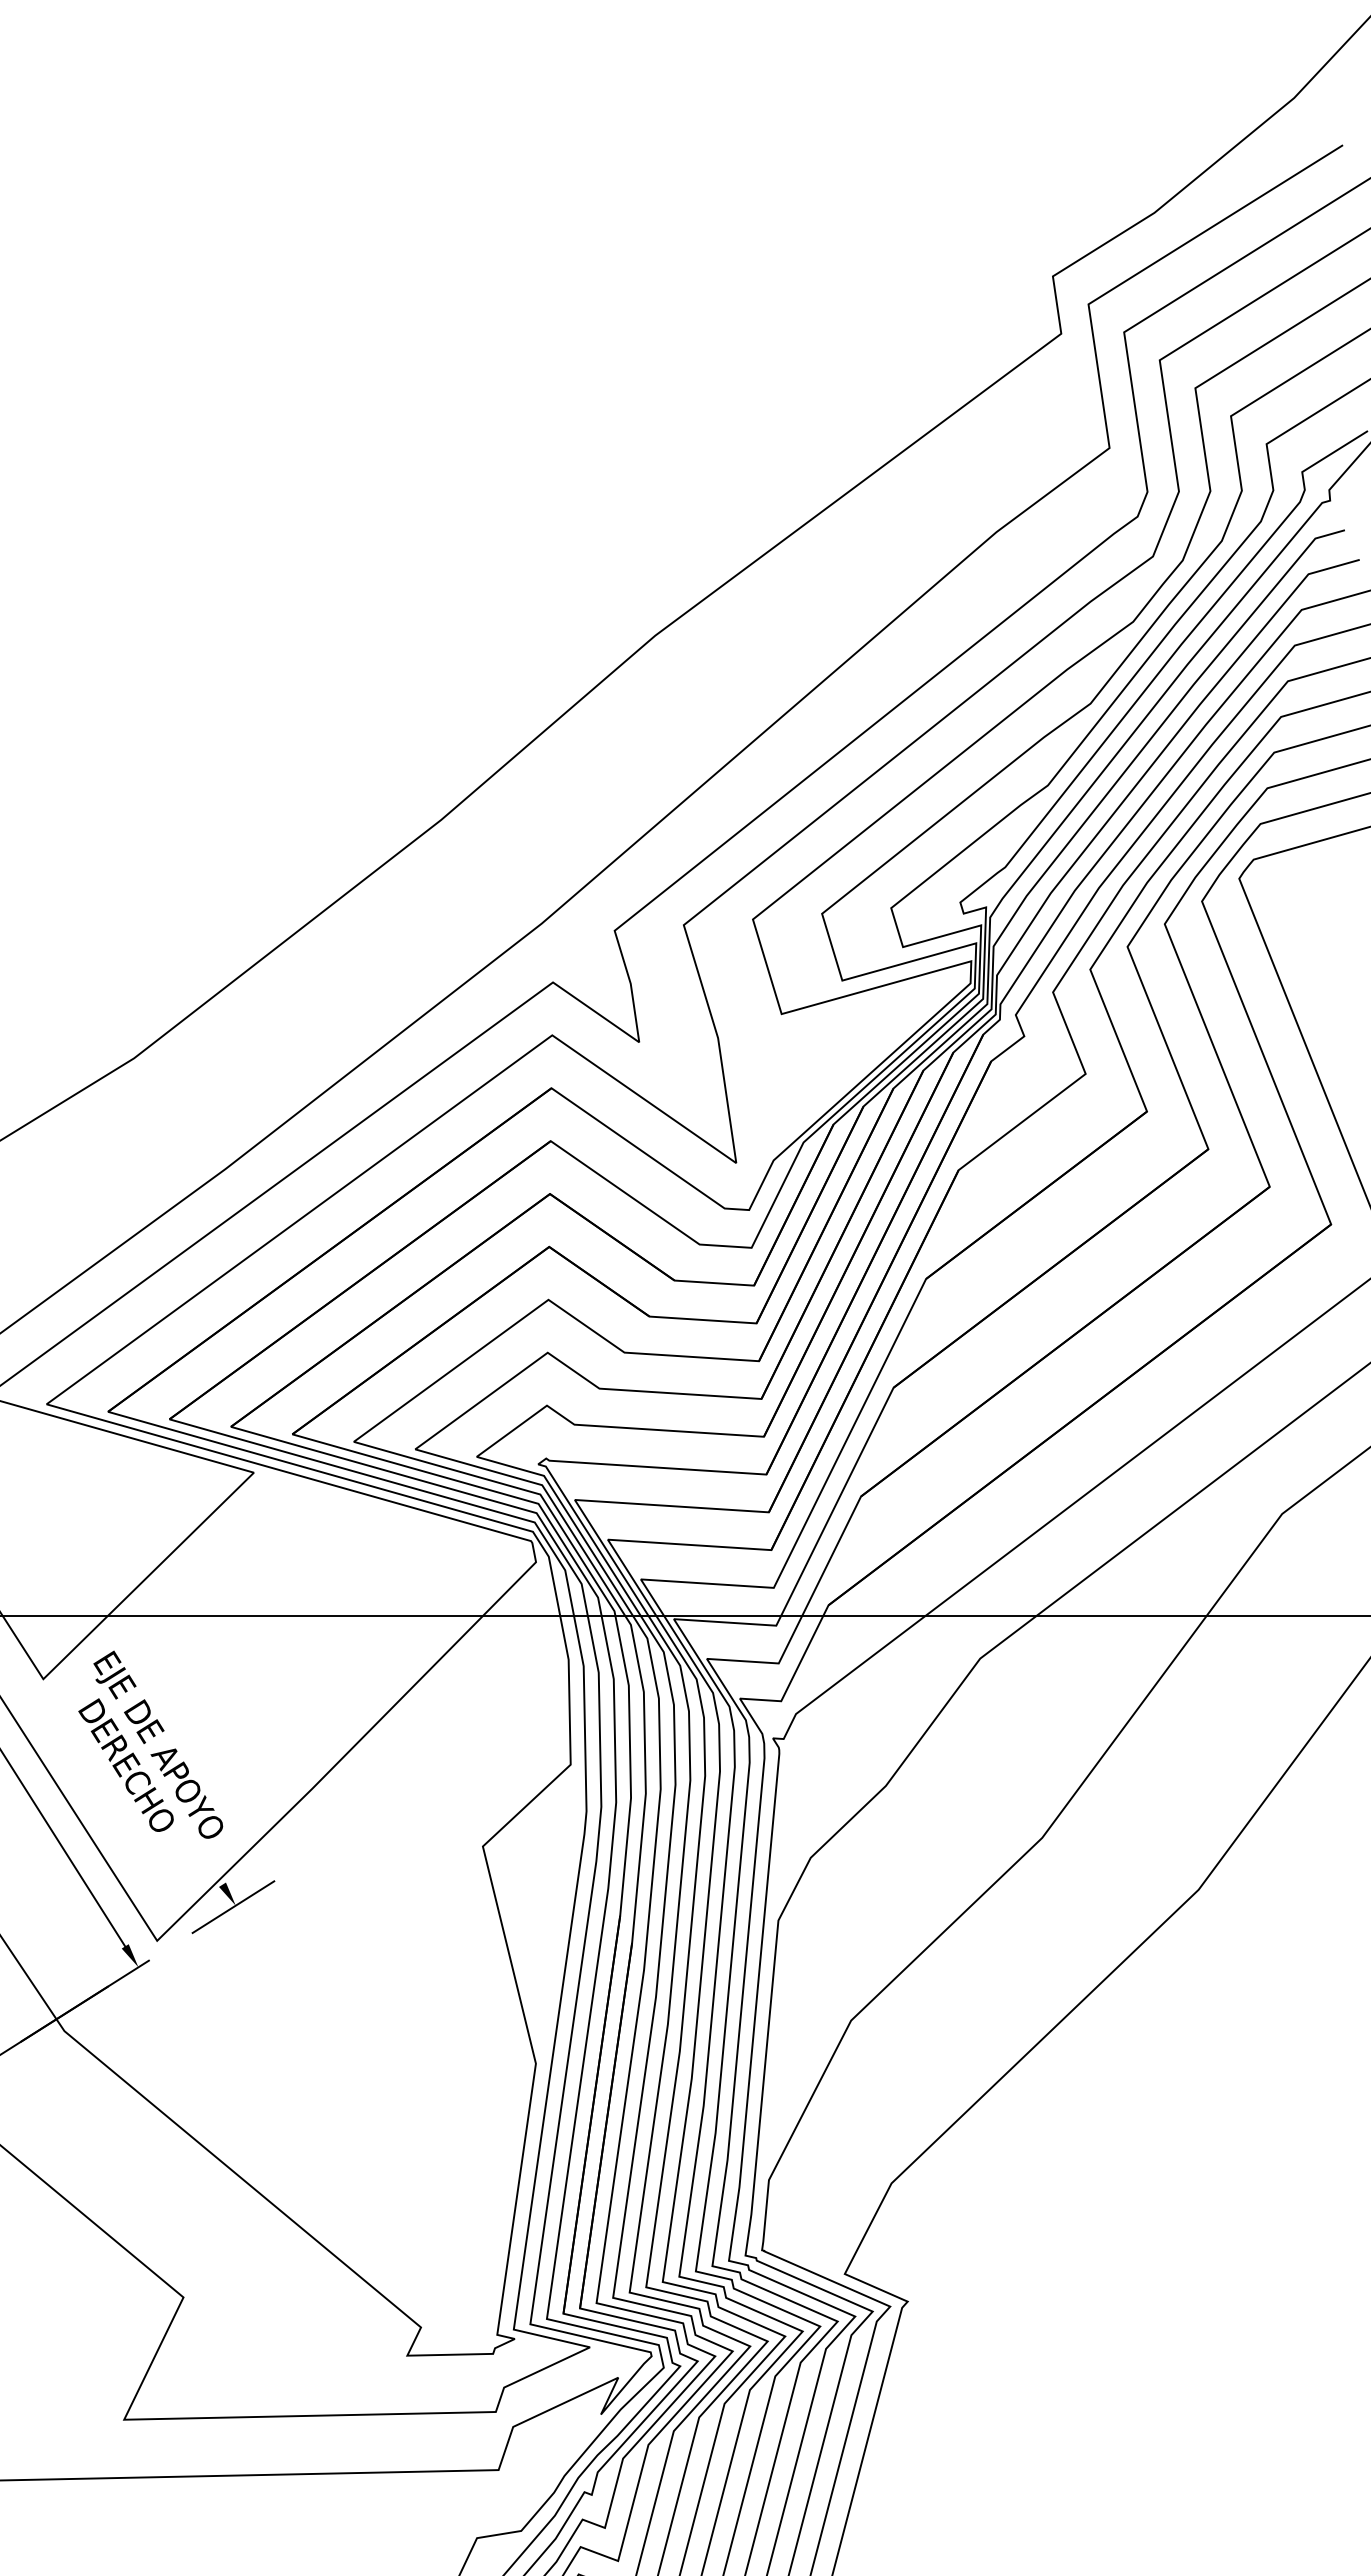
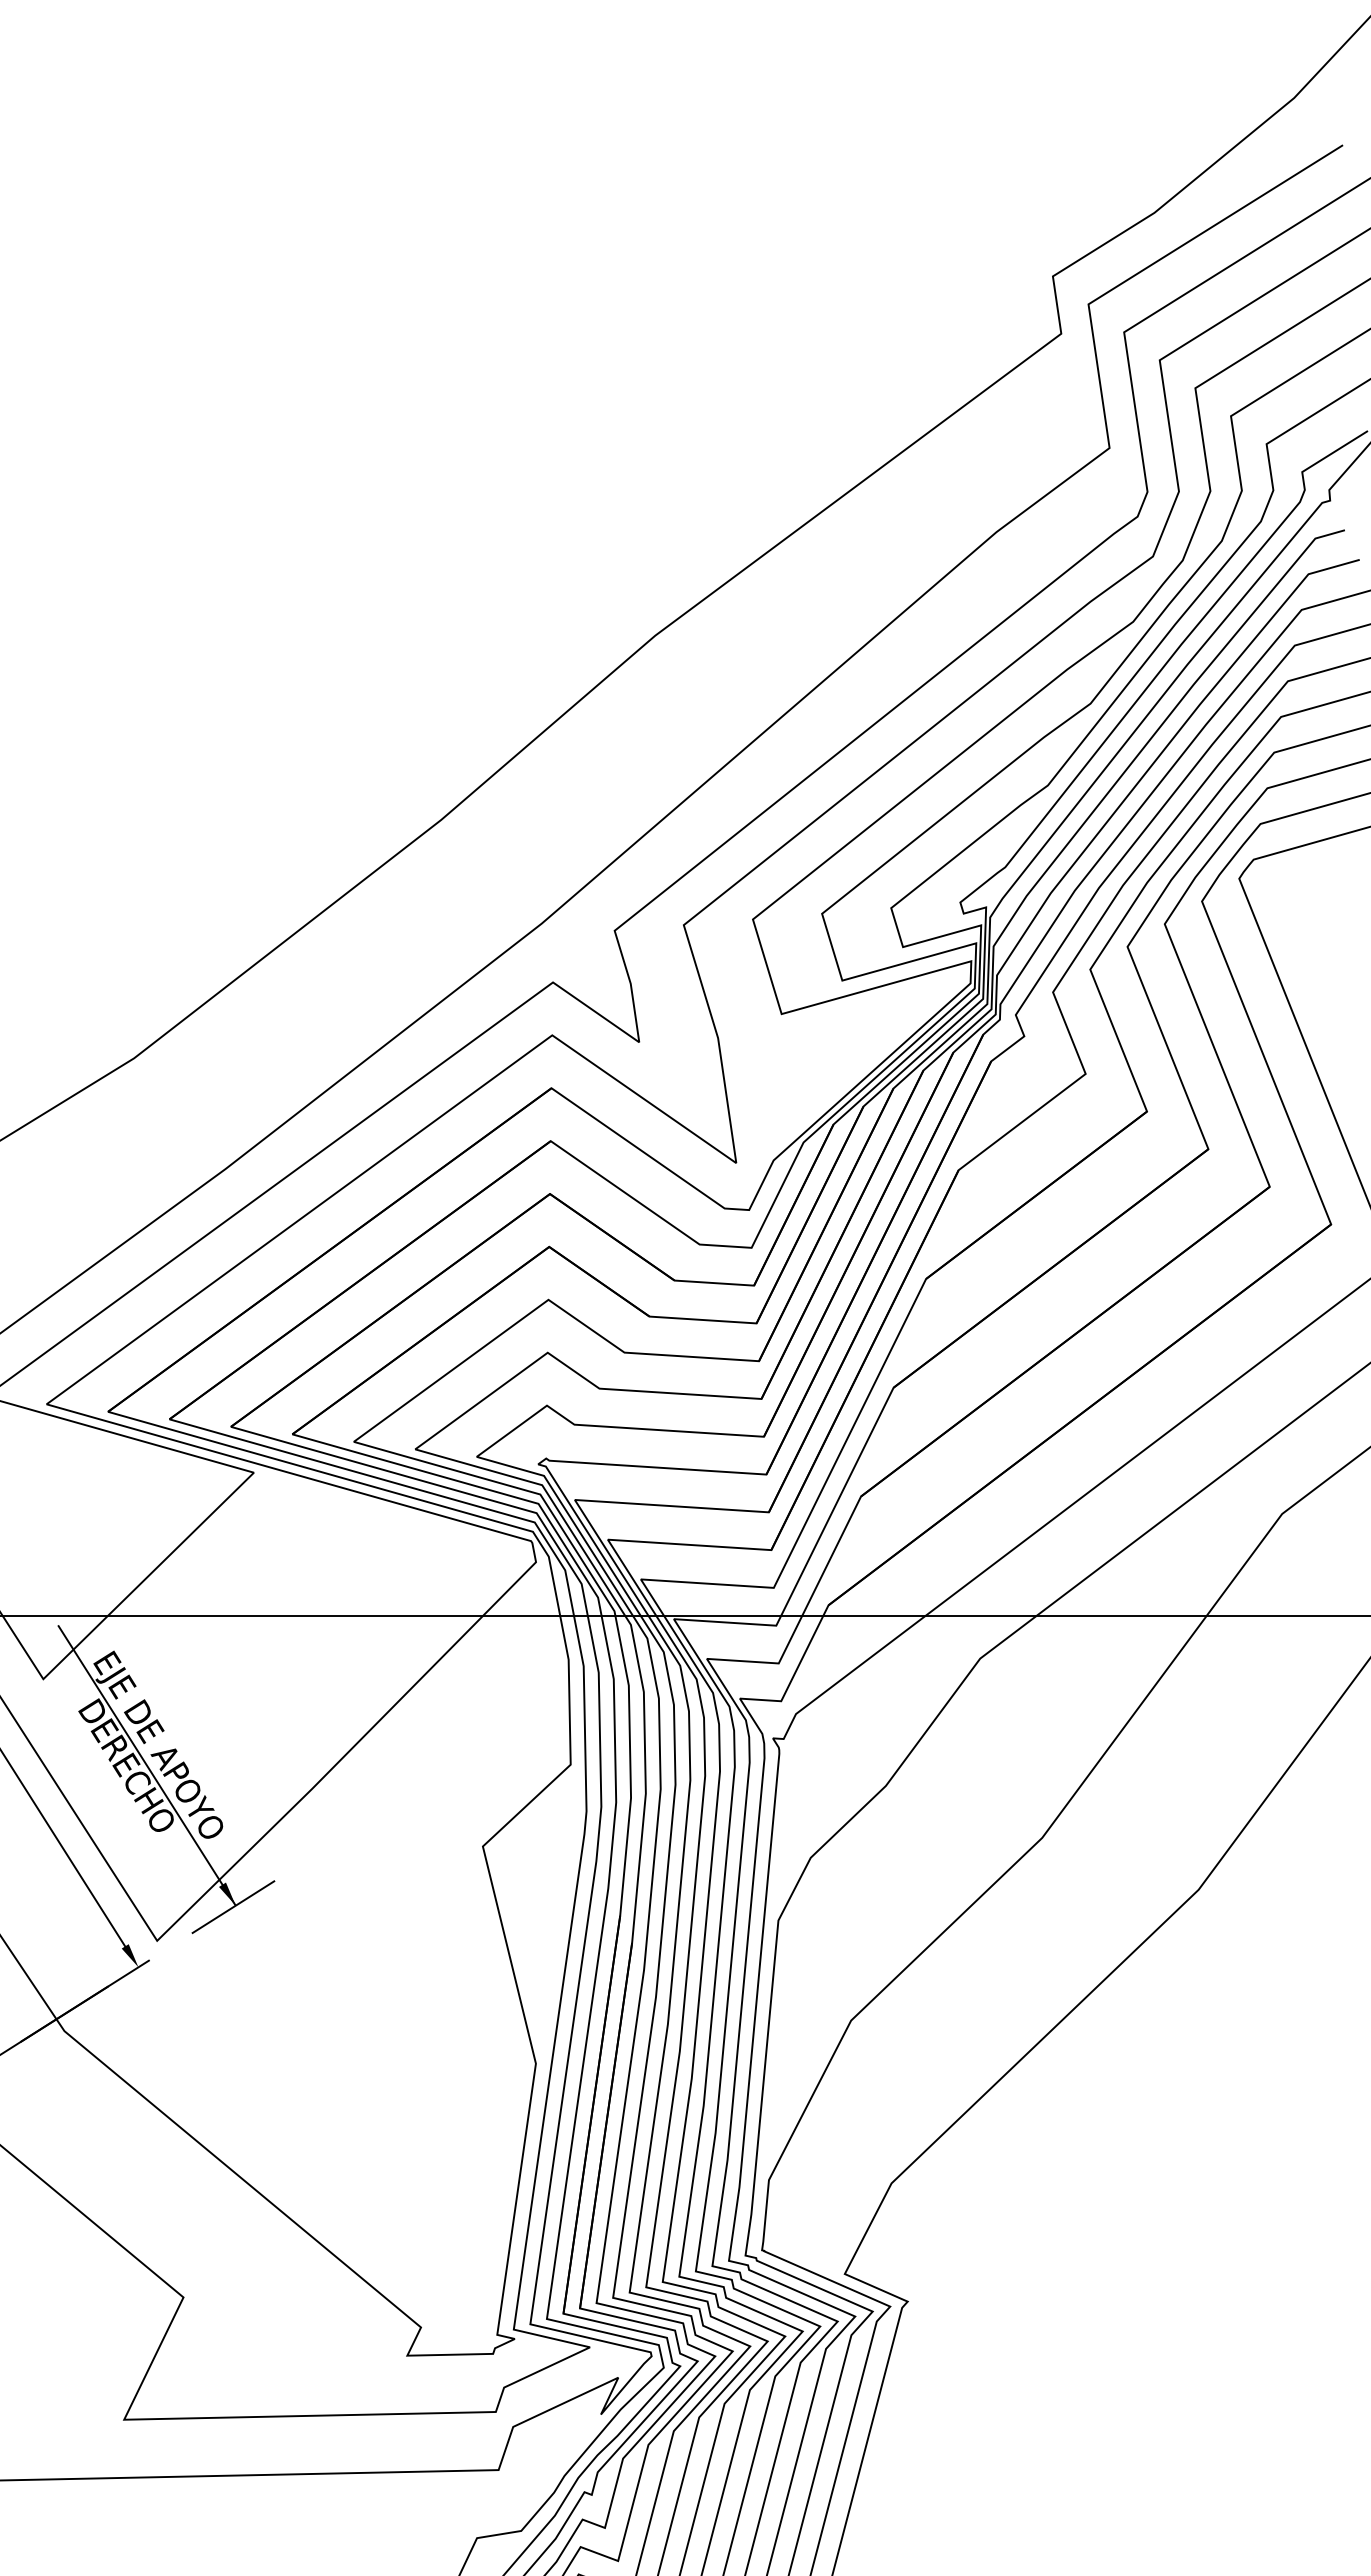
line at (146, 1765): none -> present
